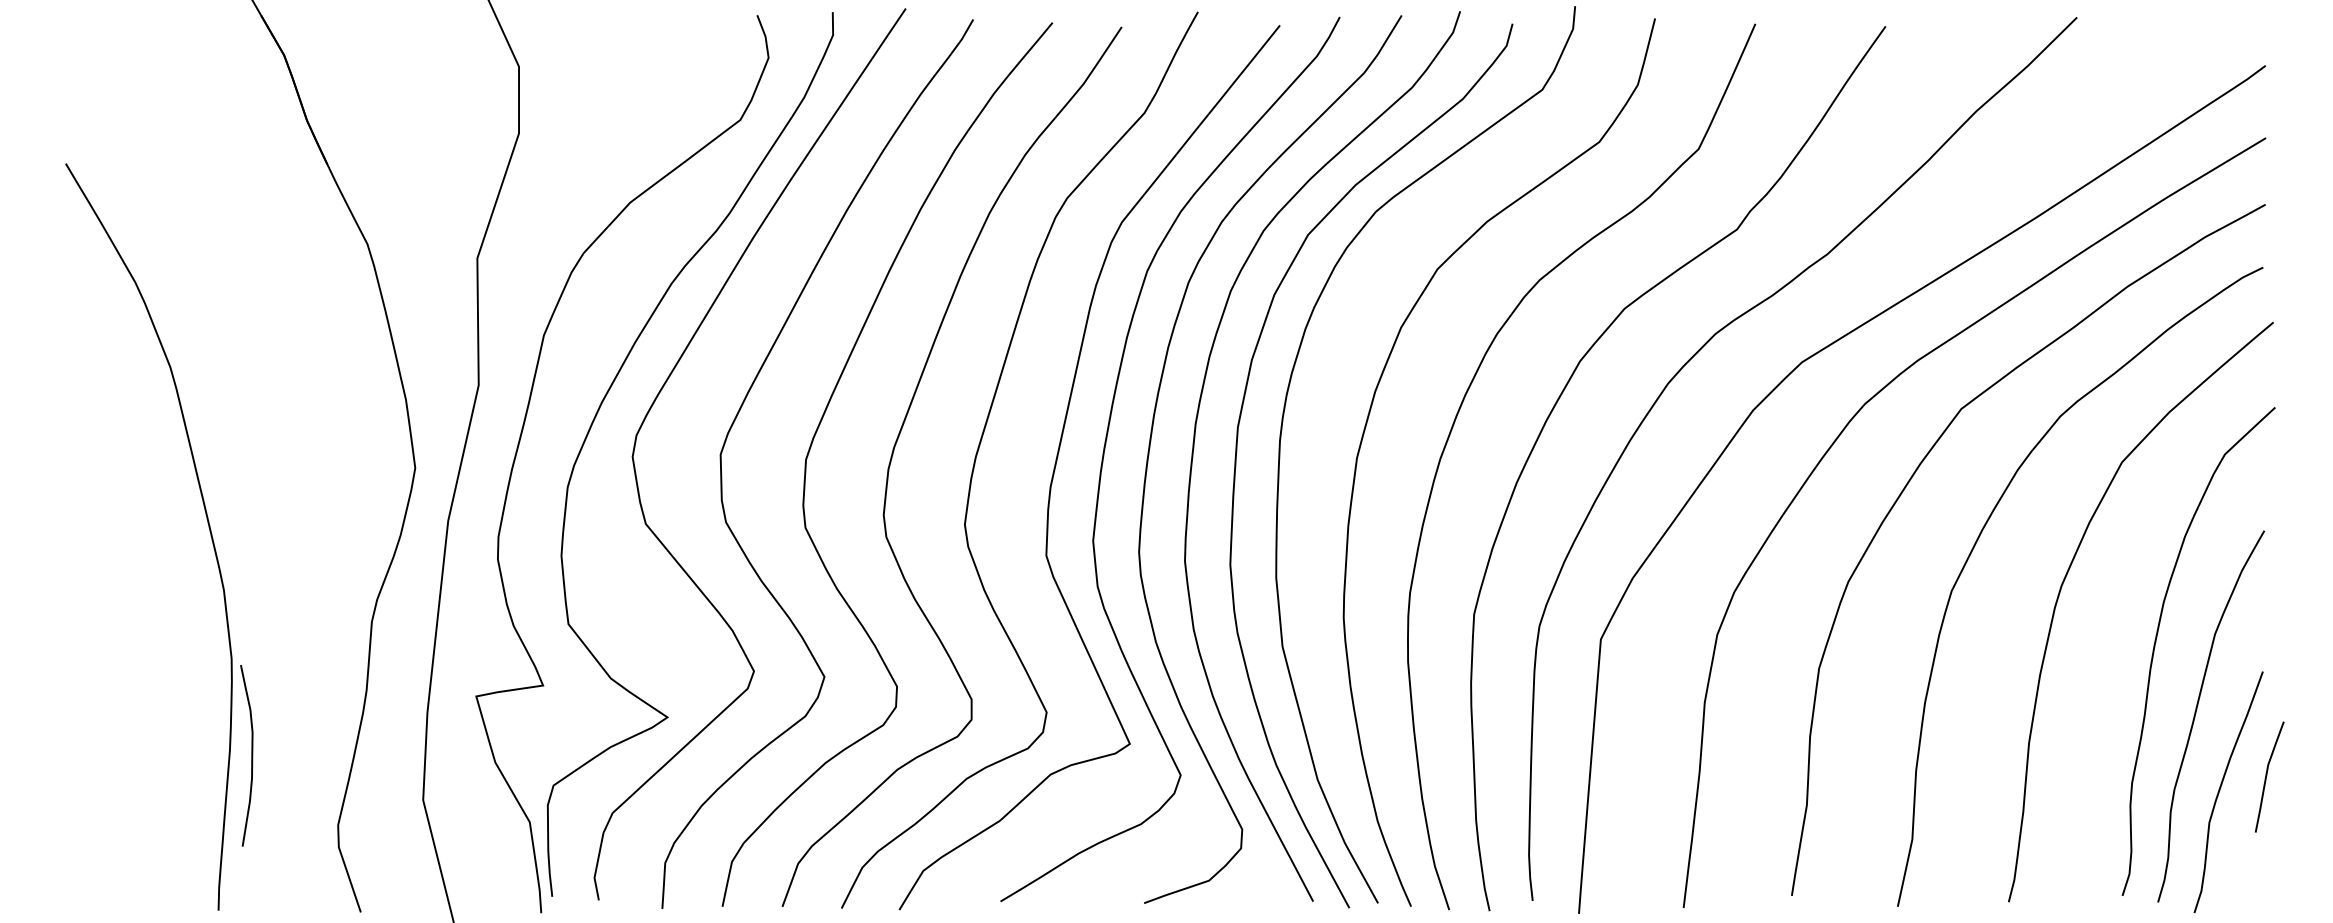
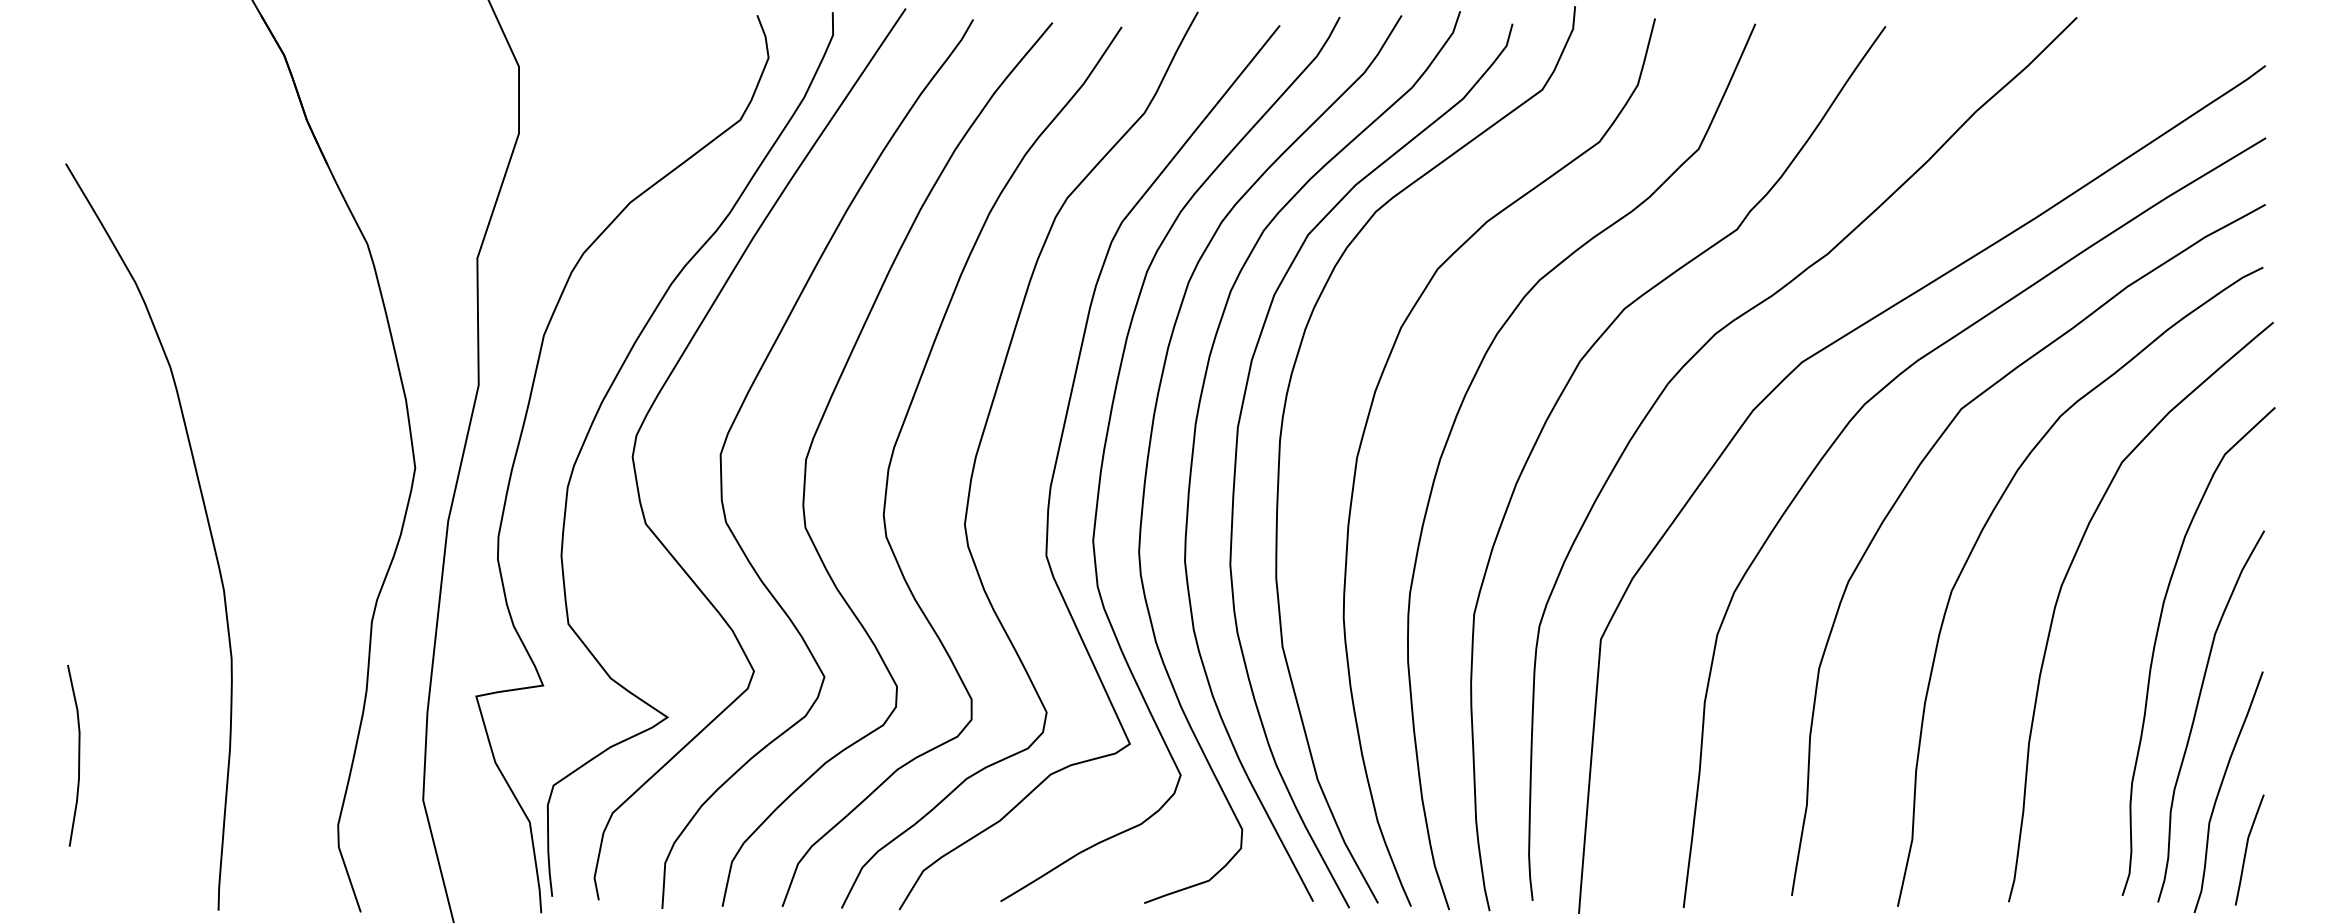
curve at (251, 755) position: (251, 755) -> (78, 755)
curve at (2267, 776) position: (2267, 776) -> (2247, 849)
